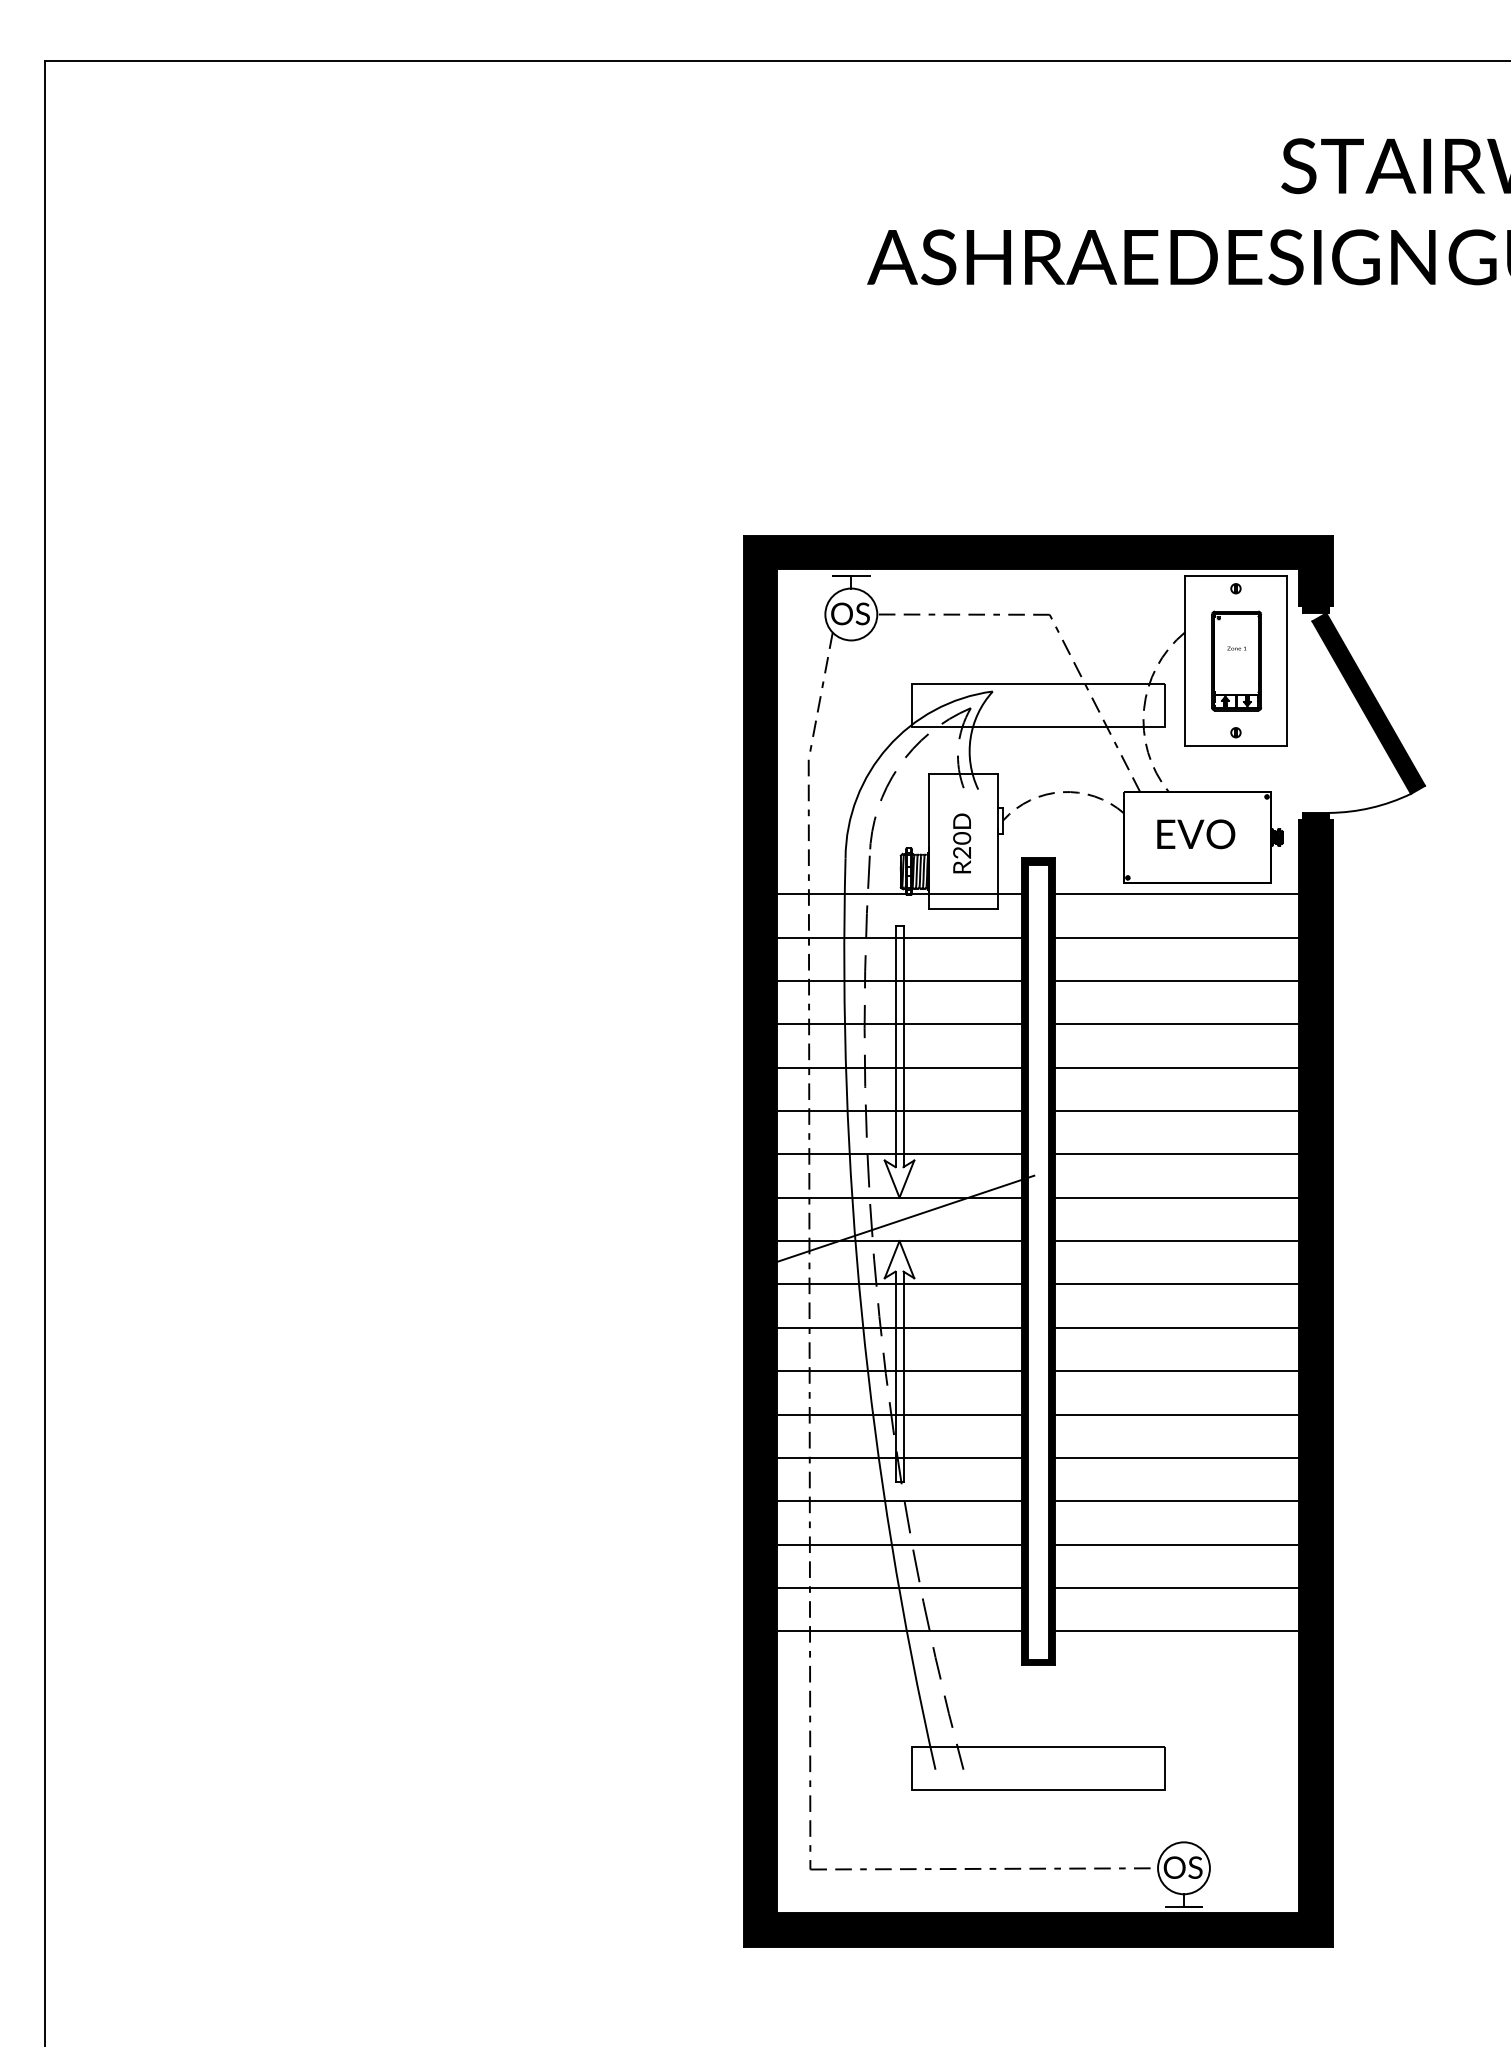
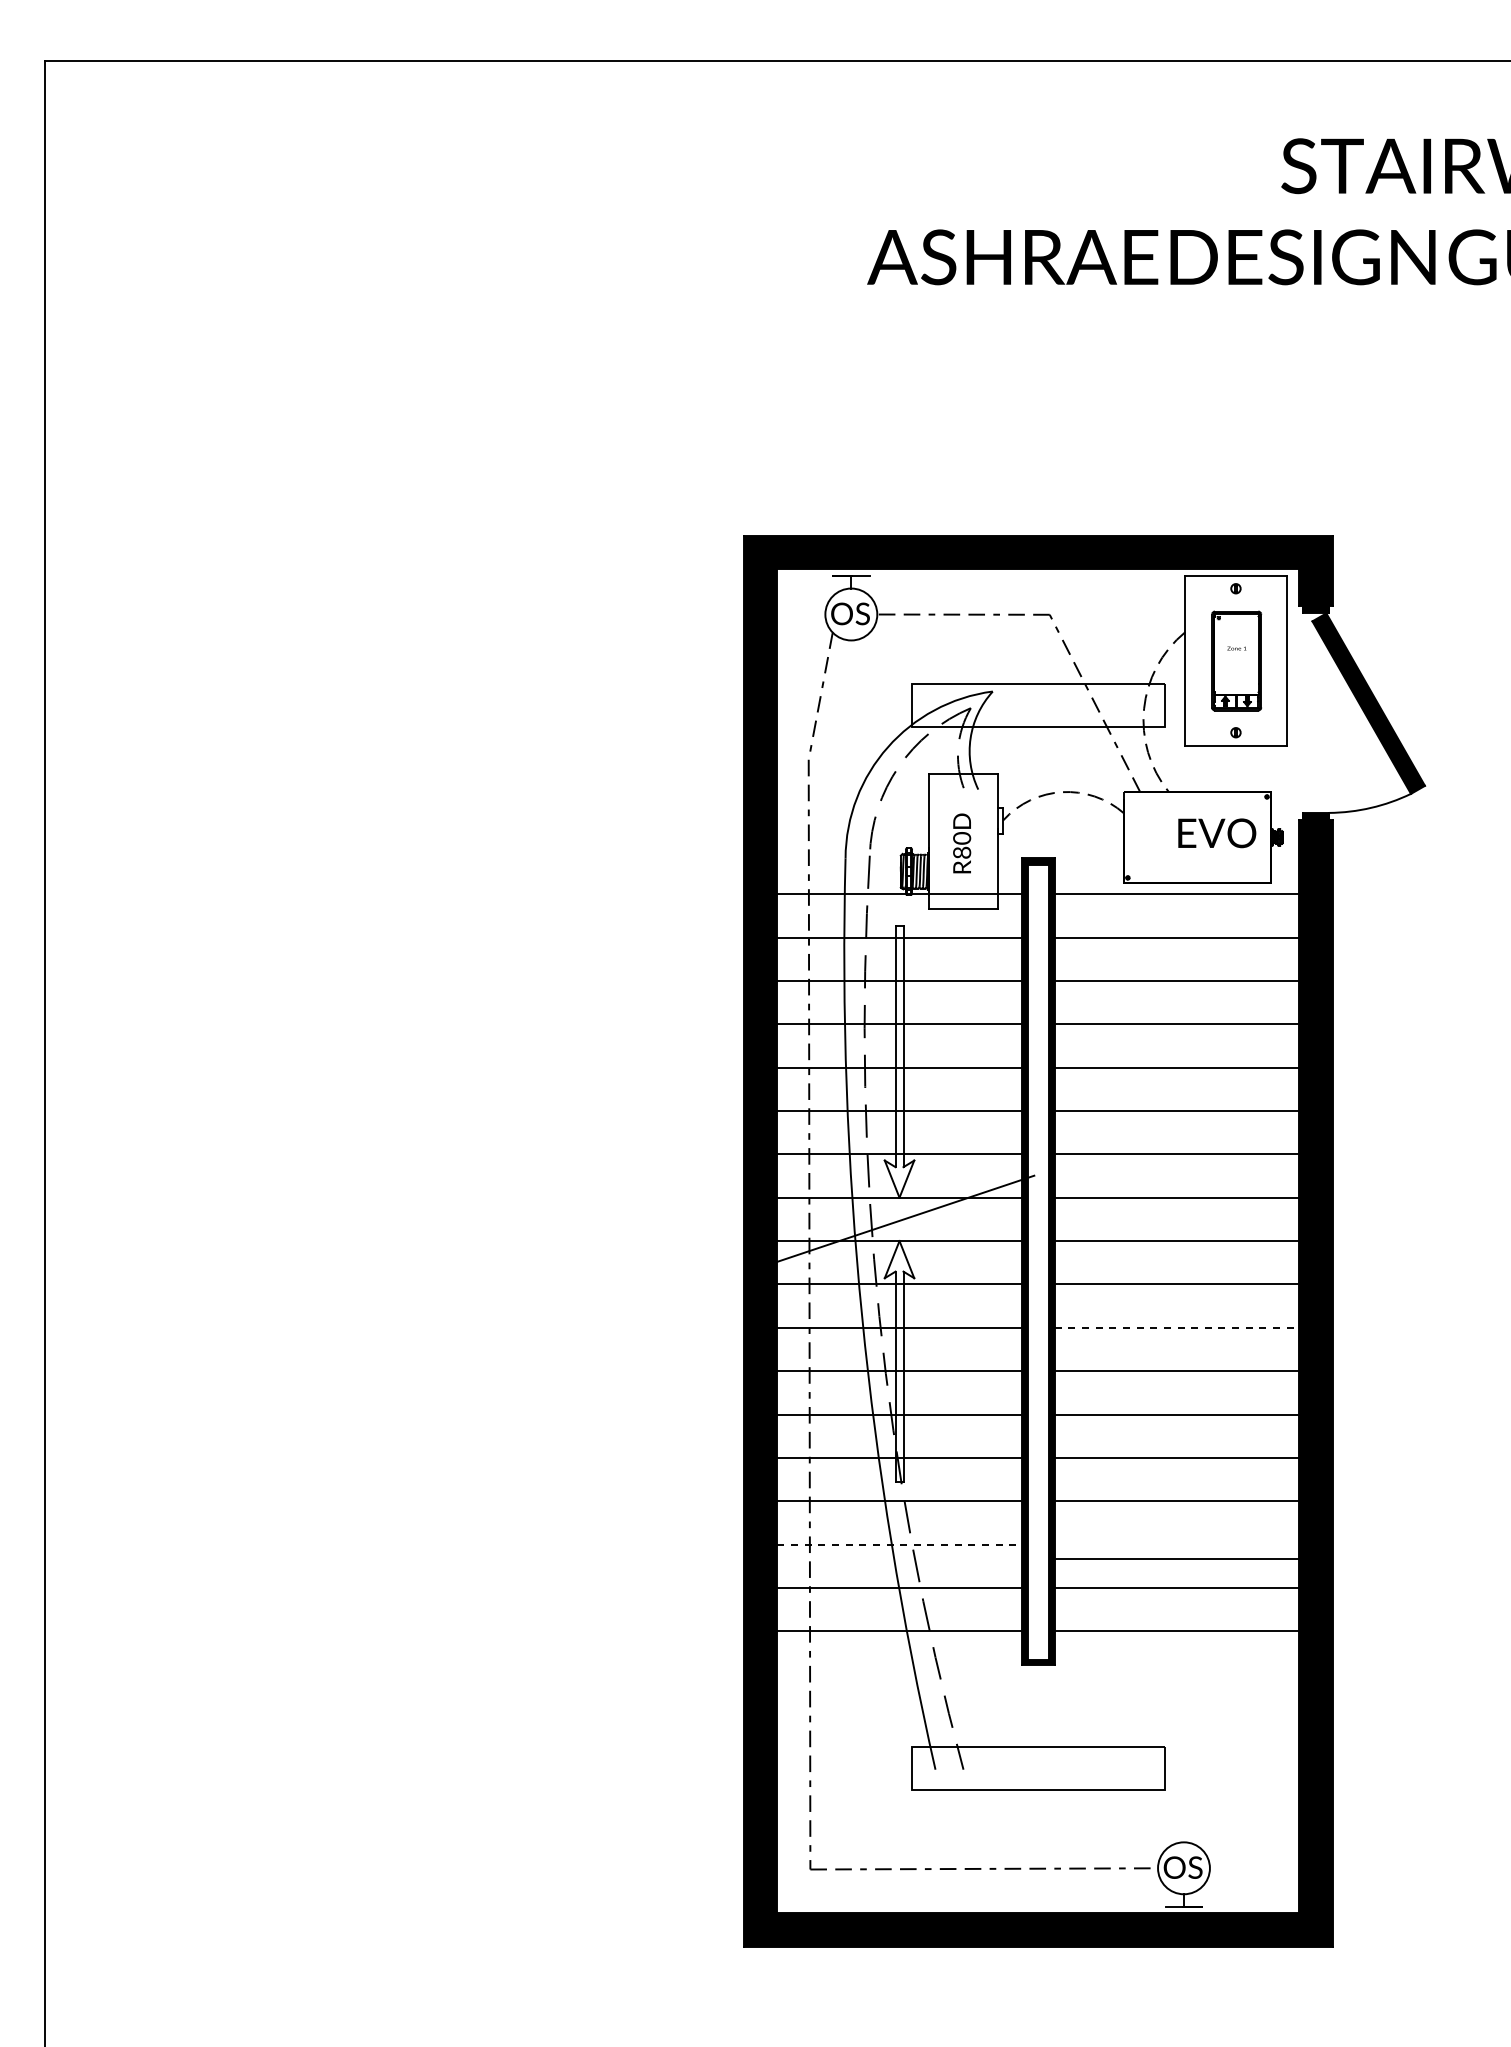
text at (1196, 834) position: (1196, 834) -> (1217, 833)
text at (962, 852): R20D -> R80D
line at (1177, 1327): solid -> dashed
line at (900, 1544): solid -> dashed
line at (1176, 1544) position: (1176, 1544) -> (1176, 1558)
